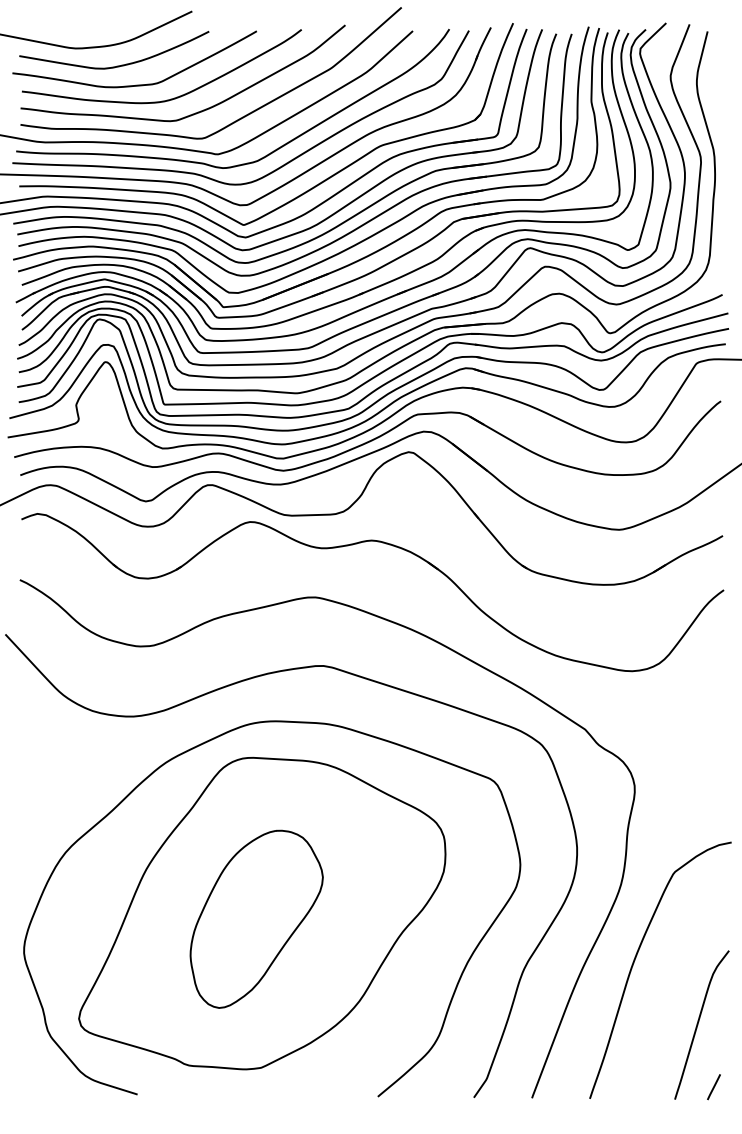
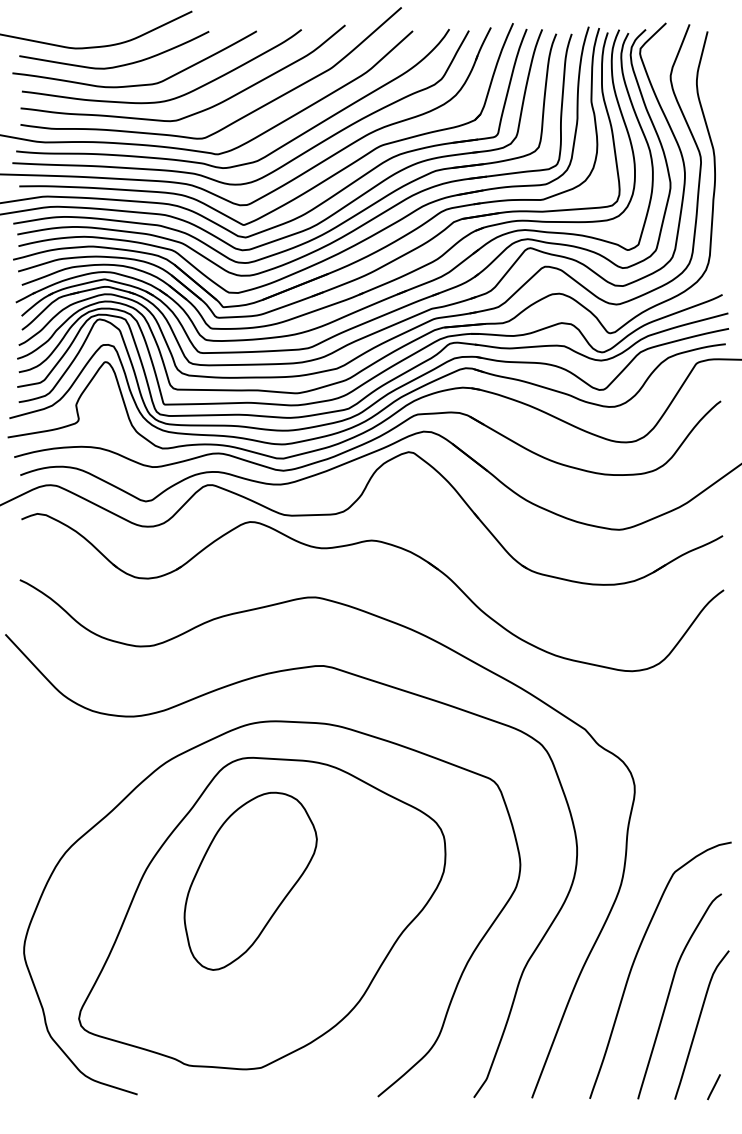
part at (256, 918) position: (256, 918) -> (250, 880)
curve at (670, 992): none -> present
